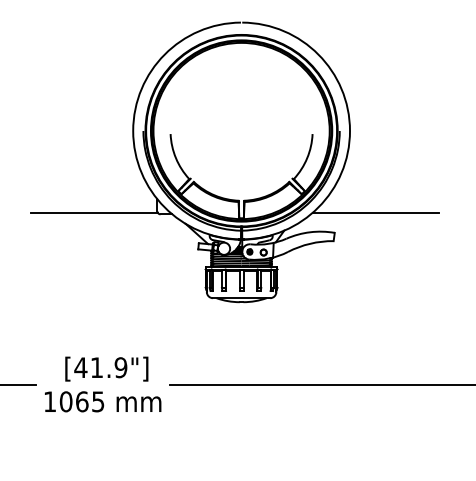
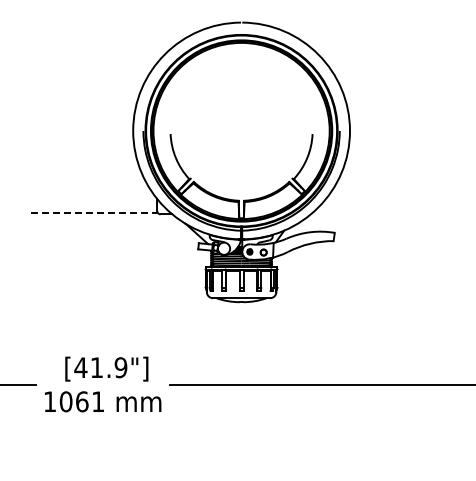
line at (95, 212): solid -> dashed
line at (375, 212): present -> none
text at (98, 401): 1065 -> 1061
